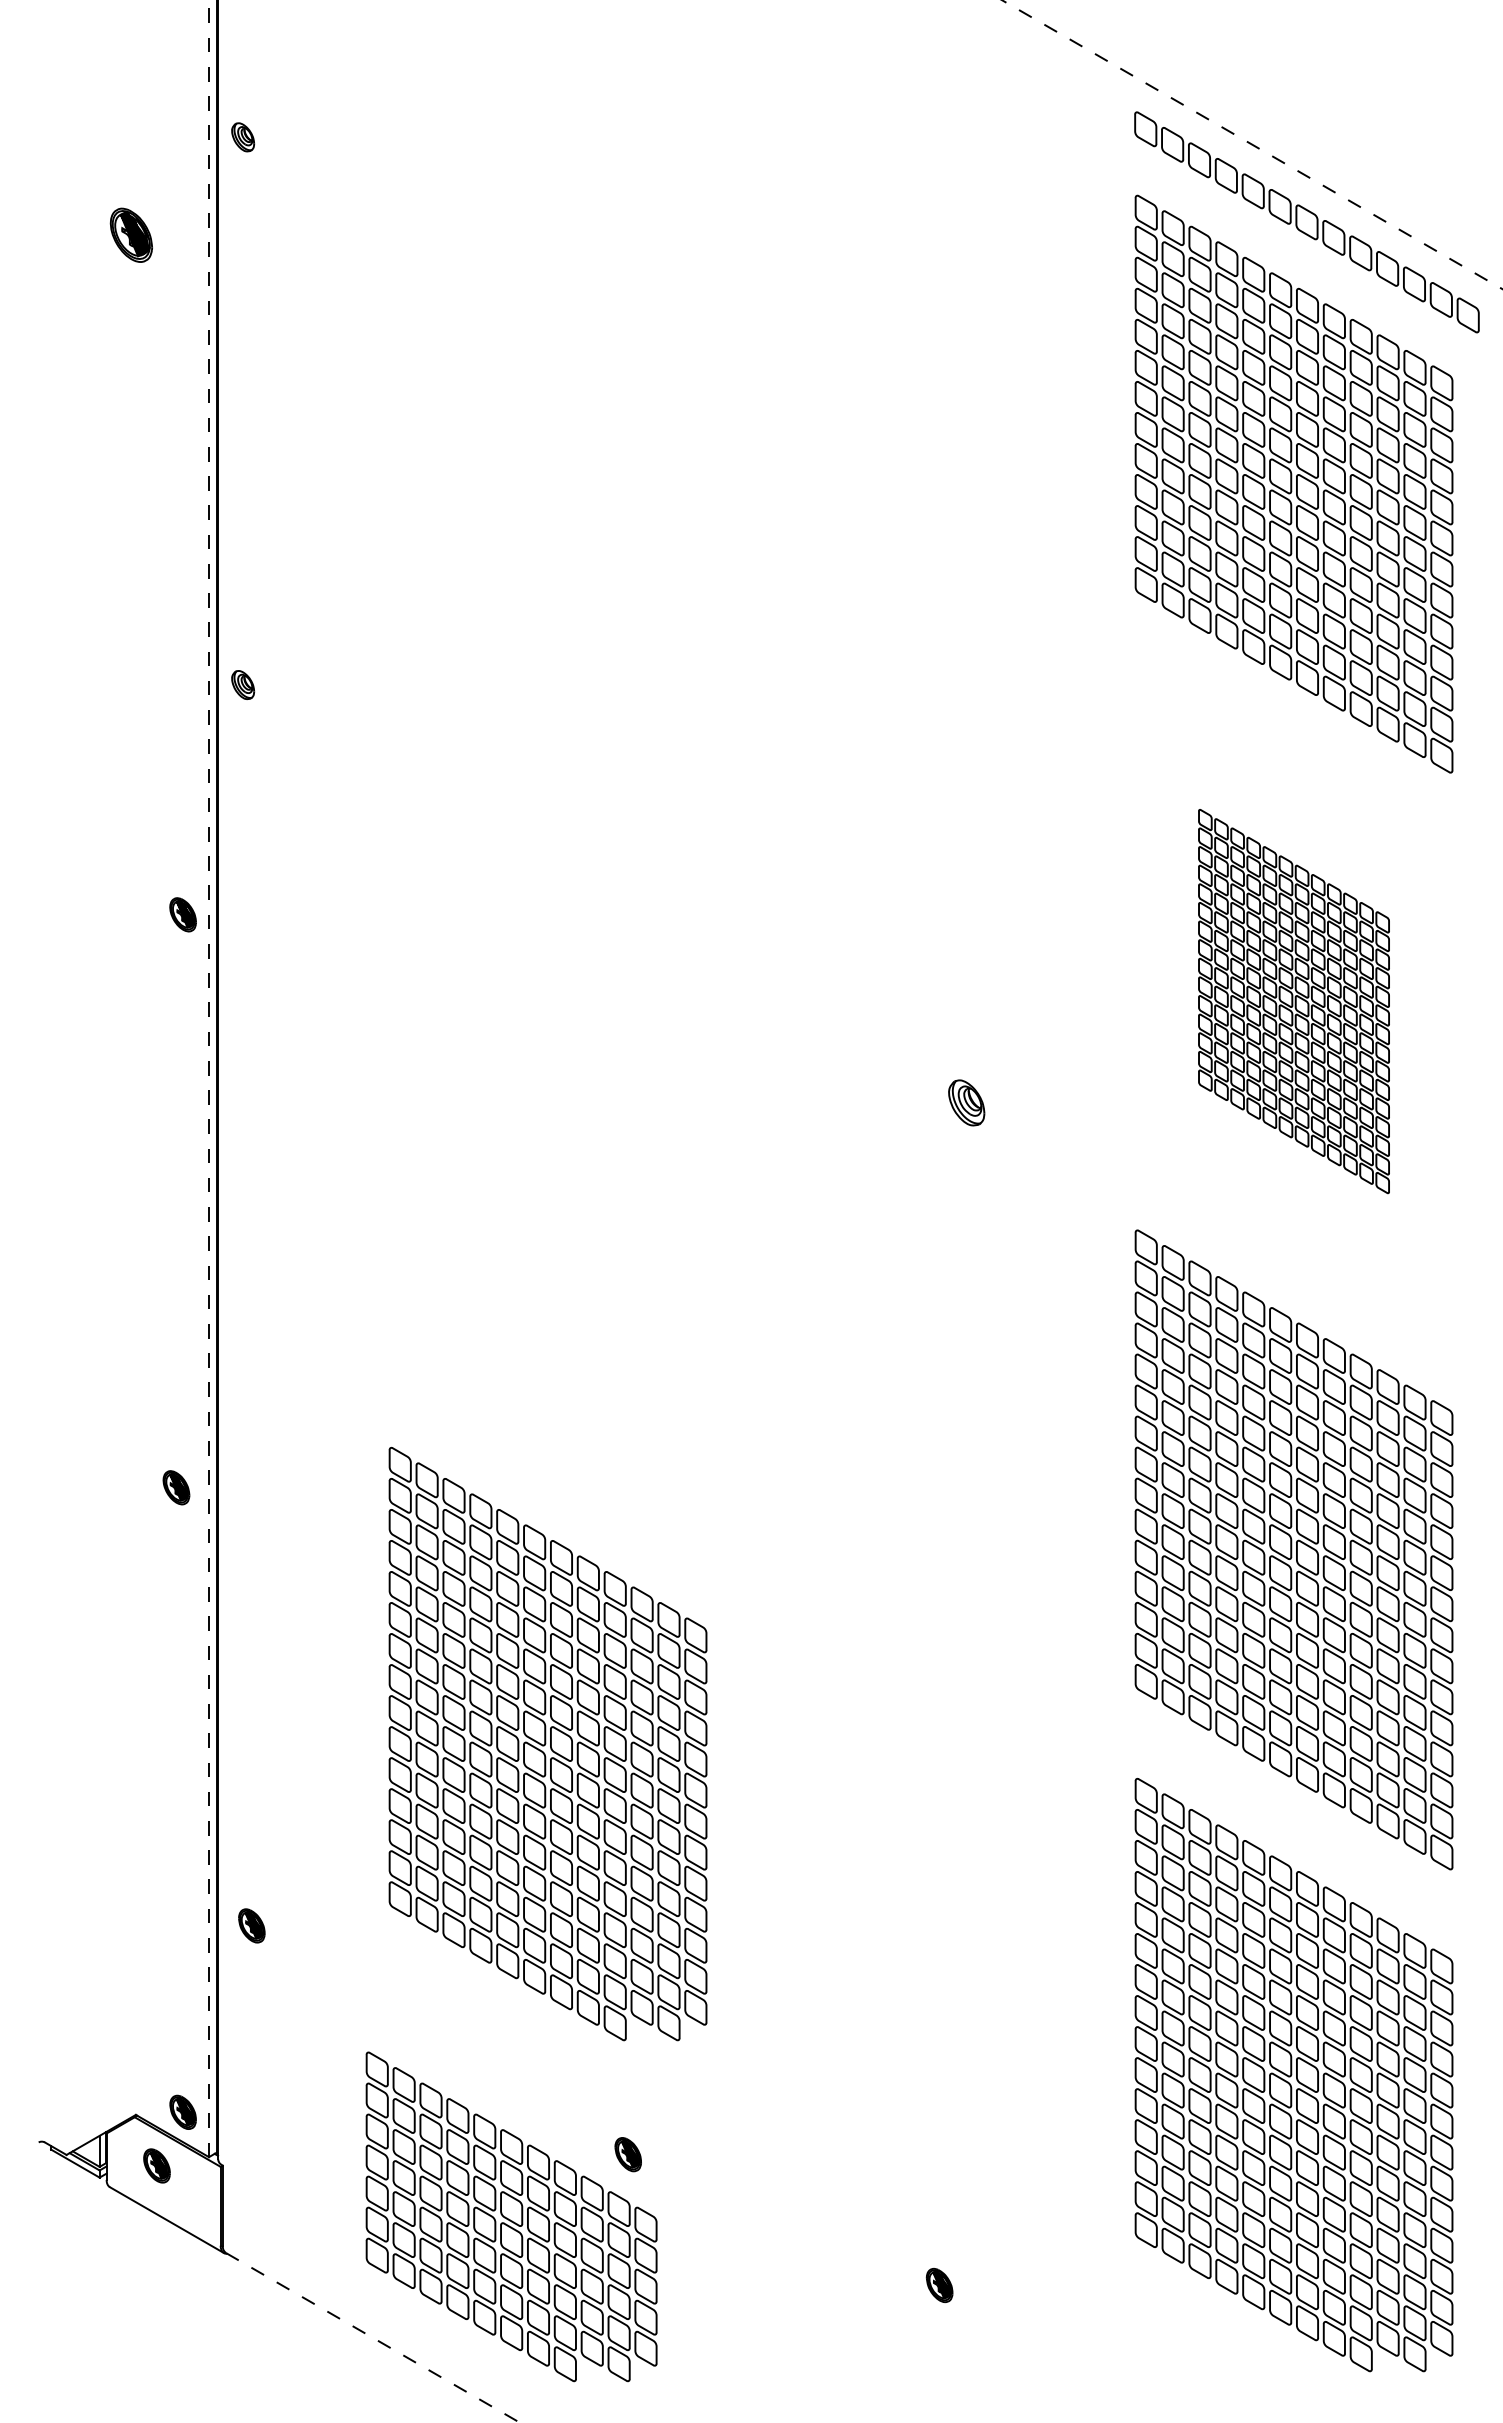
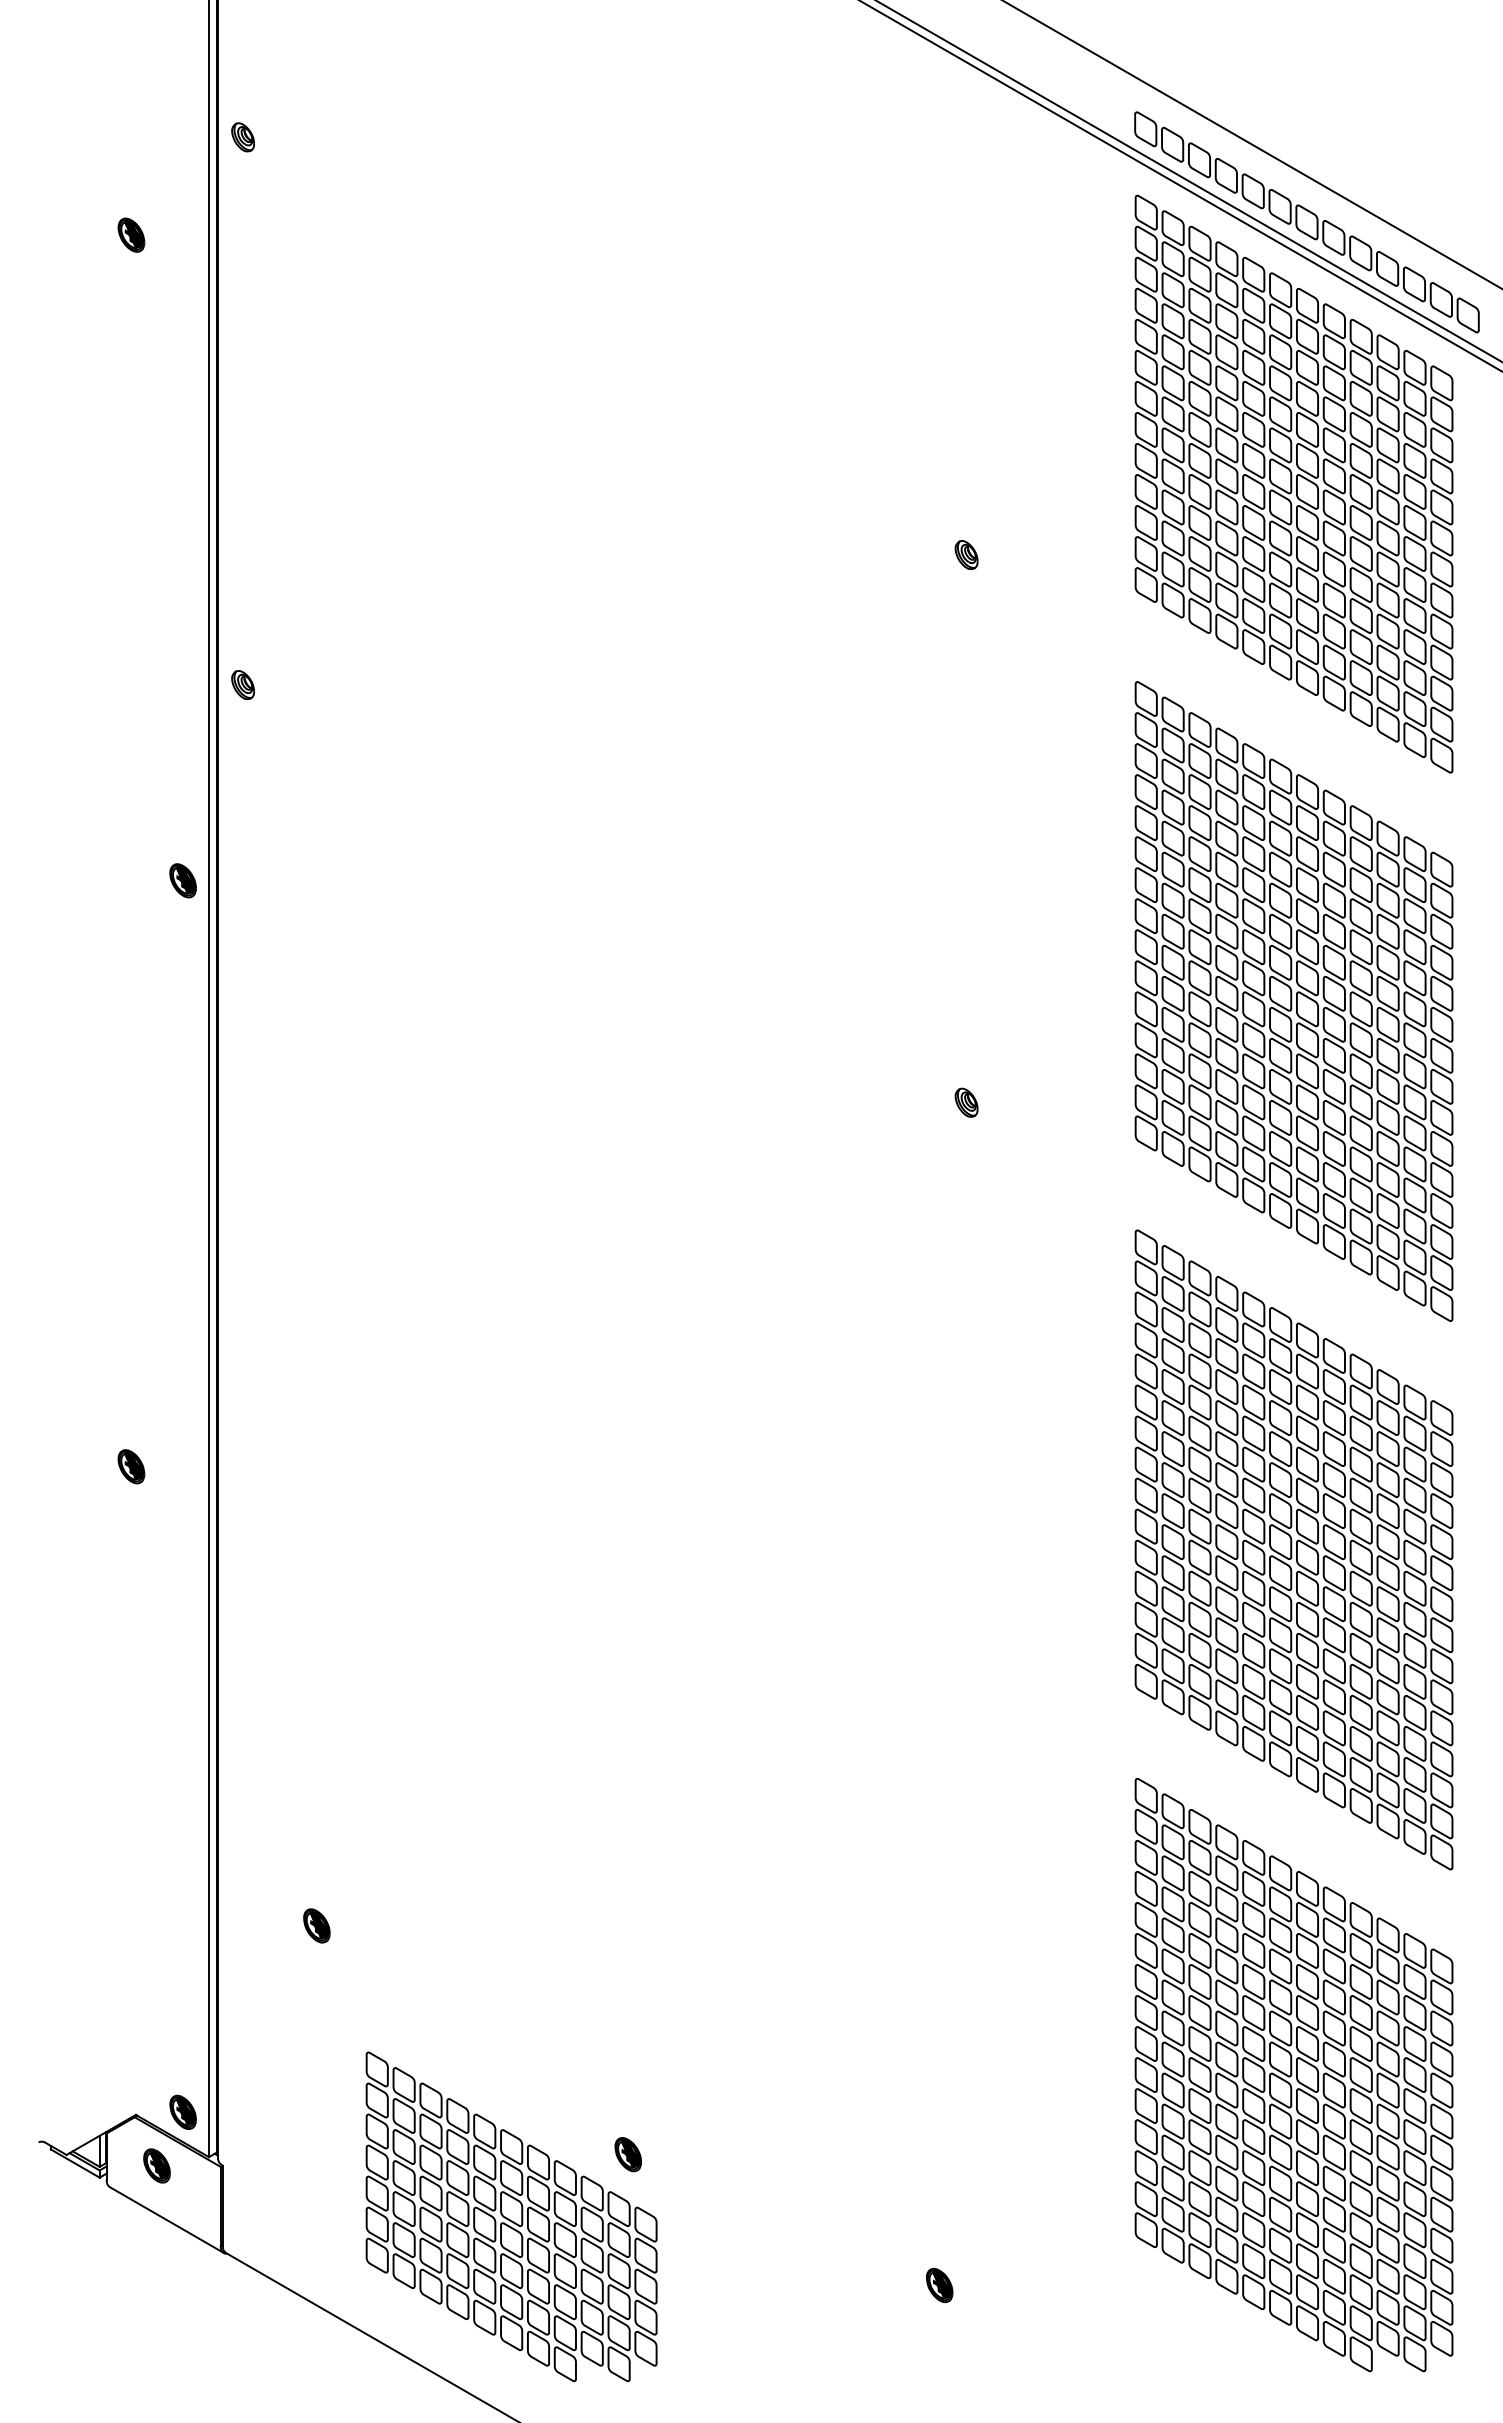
line at (1252, 144): dashed -> solid
line at (1188, 181): none -> present
line at (1180, 186): none -> present
part at (130, 234) size: 44x56 px -> 29x36 px
part at (966, 554): none -> present
part at (182, 914) position: (182, 914) -> (182, 880)
part at (1293, 1001) size: 192x386 px -> 320x641 px
line at (209, 1078): dashed -> solid
part at (966, 1102) size: 38x48 px -> 25x31 px
part at (176, 1487) position: (176, 1487) -> (131, 1466)
part at (547, 1744): present -> none
part at (251, 1925) position: (251, 1925) -> (316, 1925)
line at (373, 2338): dashed -> solid
